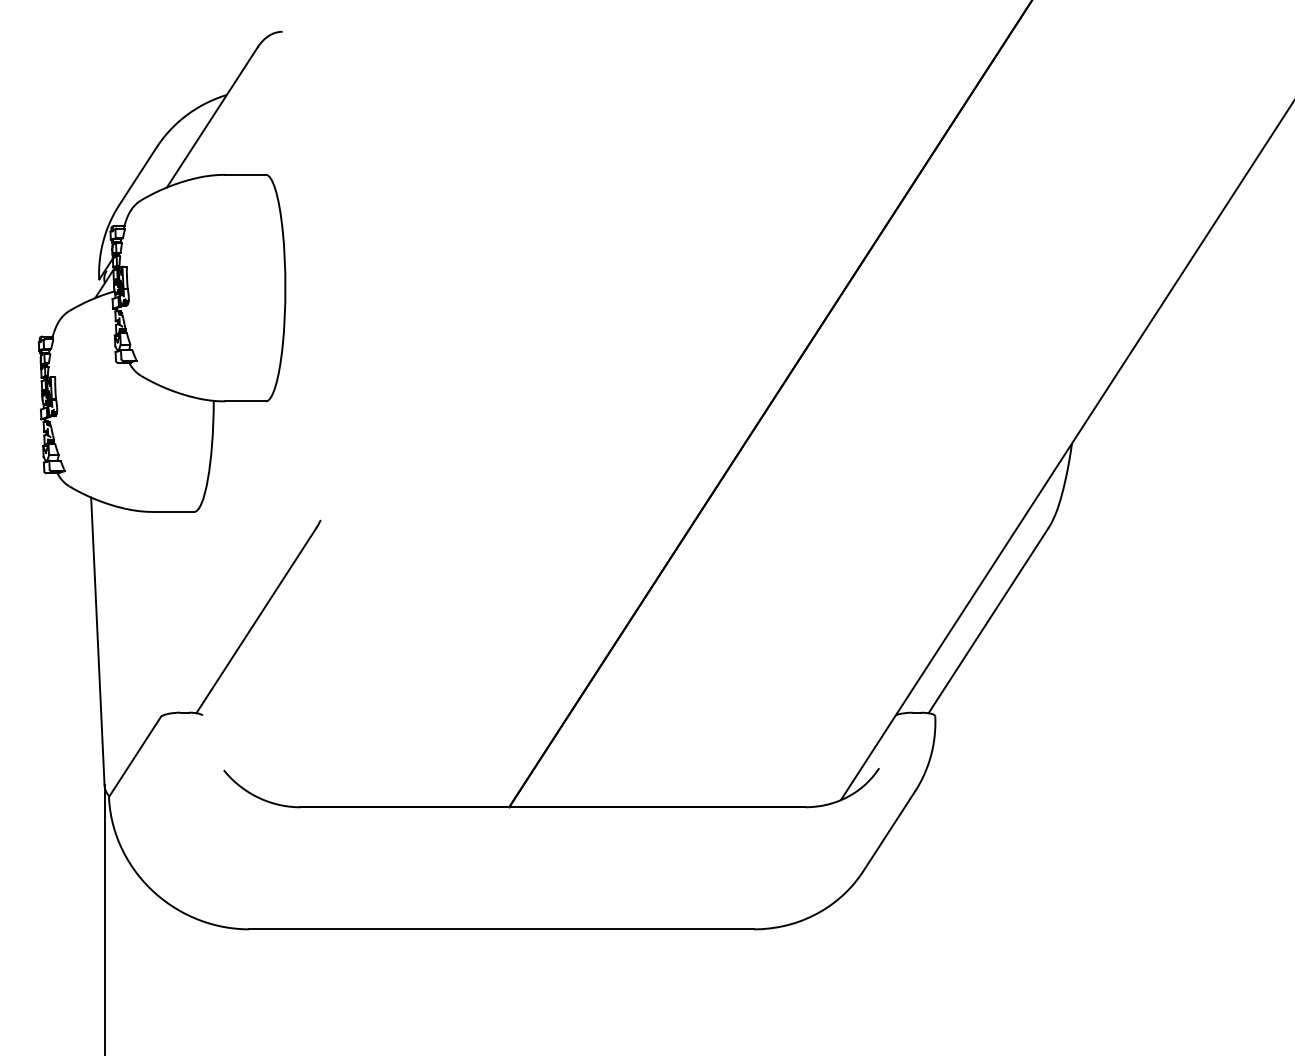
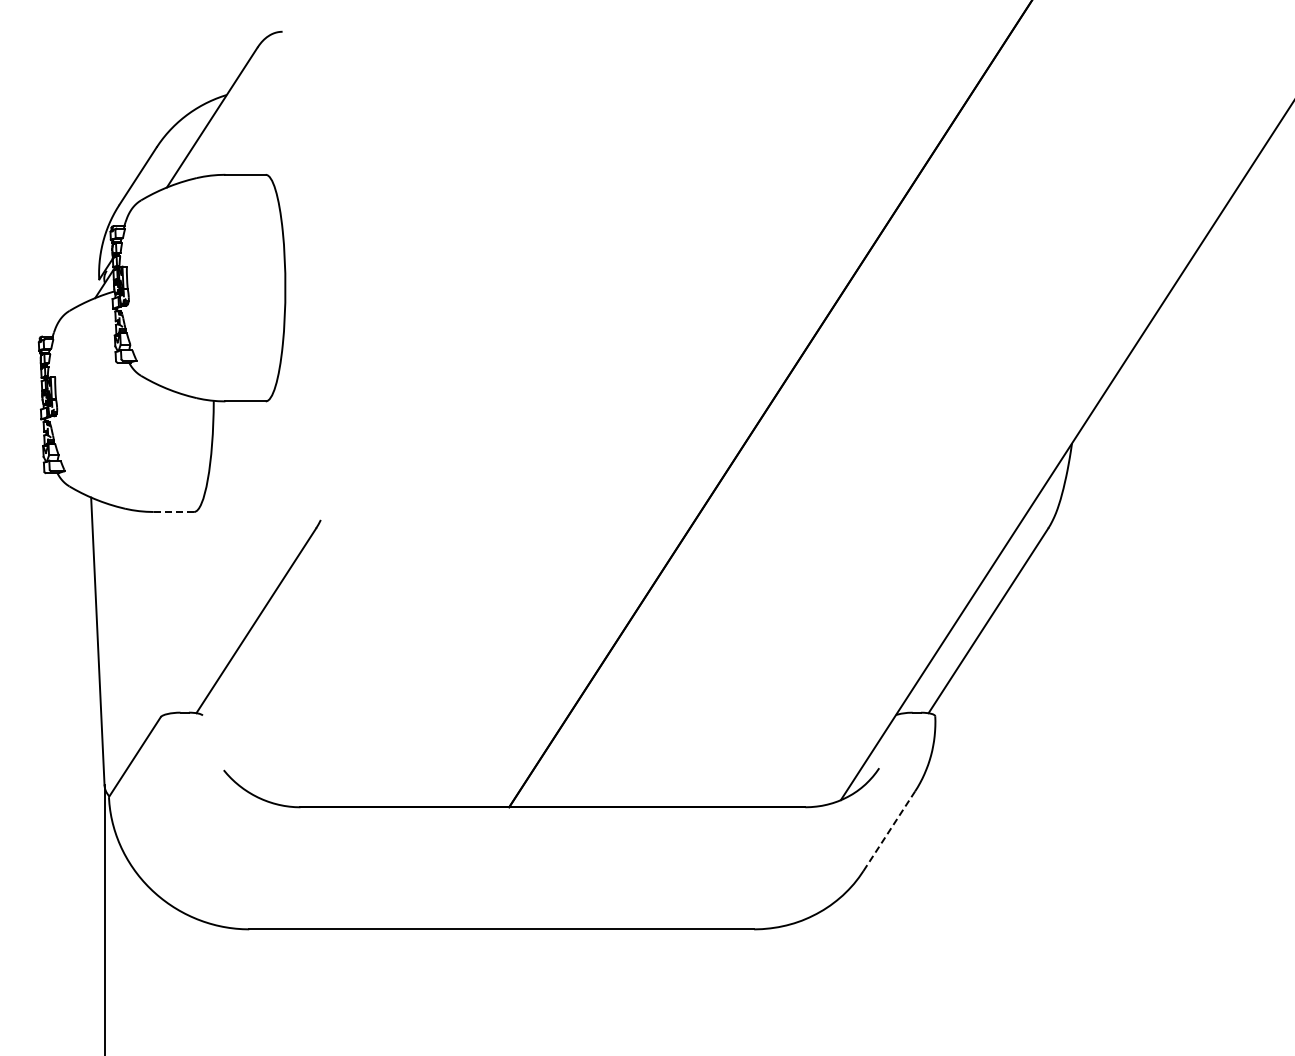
line at (173, 512): solid -> dashed
line at (889, 830): solid -> dashed
